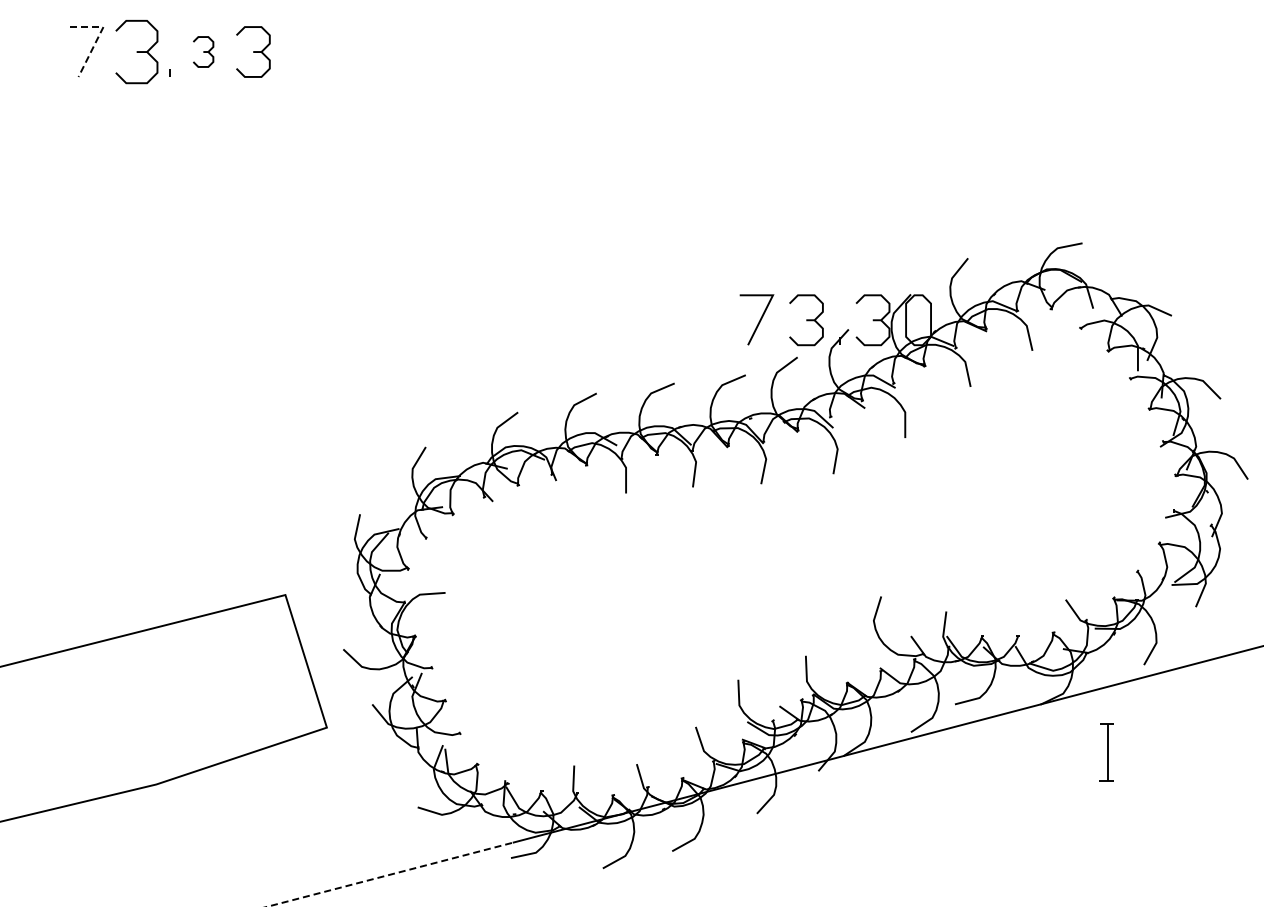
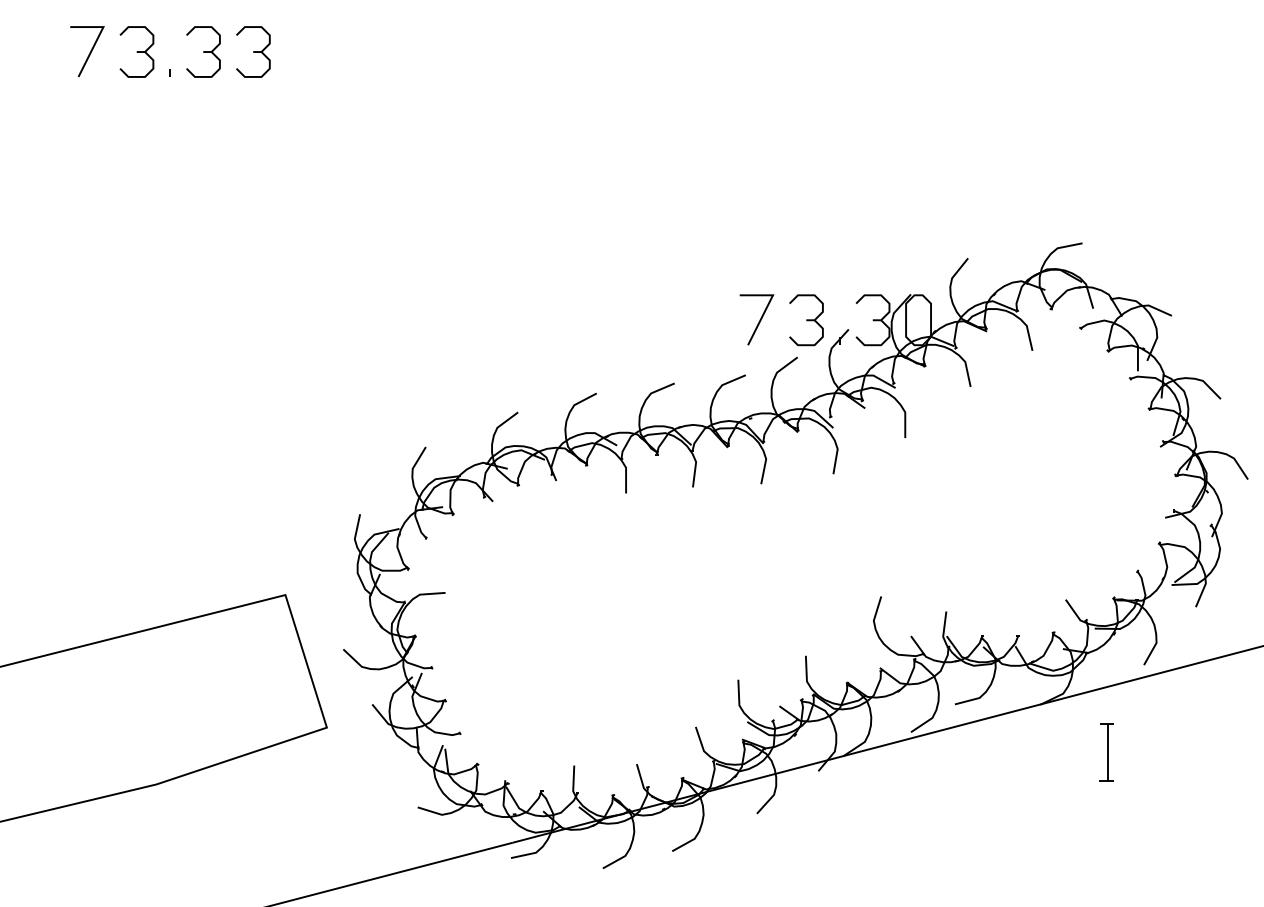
line at (98, 36): dashed -> solid
part at (203, 51) size: 22x32 px -> 35x52 px
part at (136, 52) size: 44x65 px -> 36x52 px
line at (389, 874): dashed -> solid
